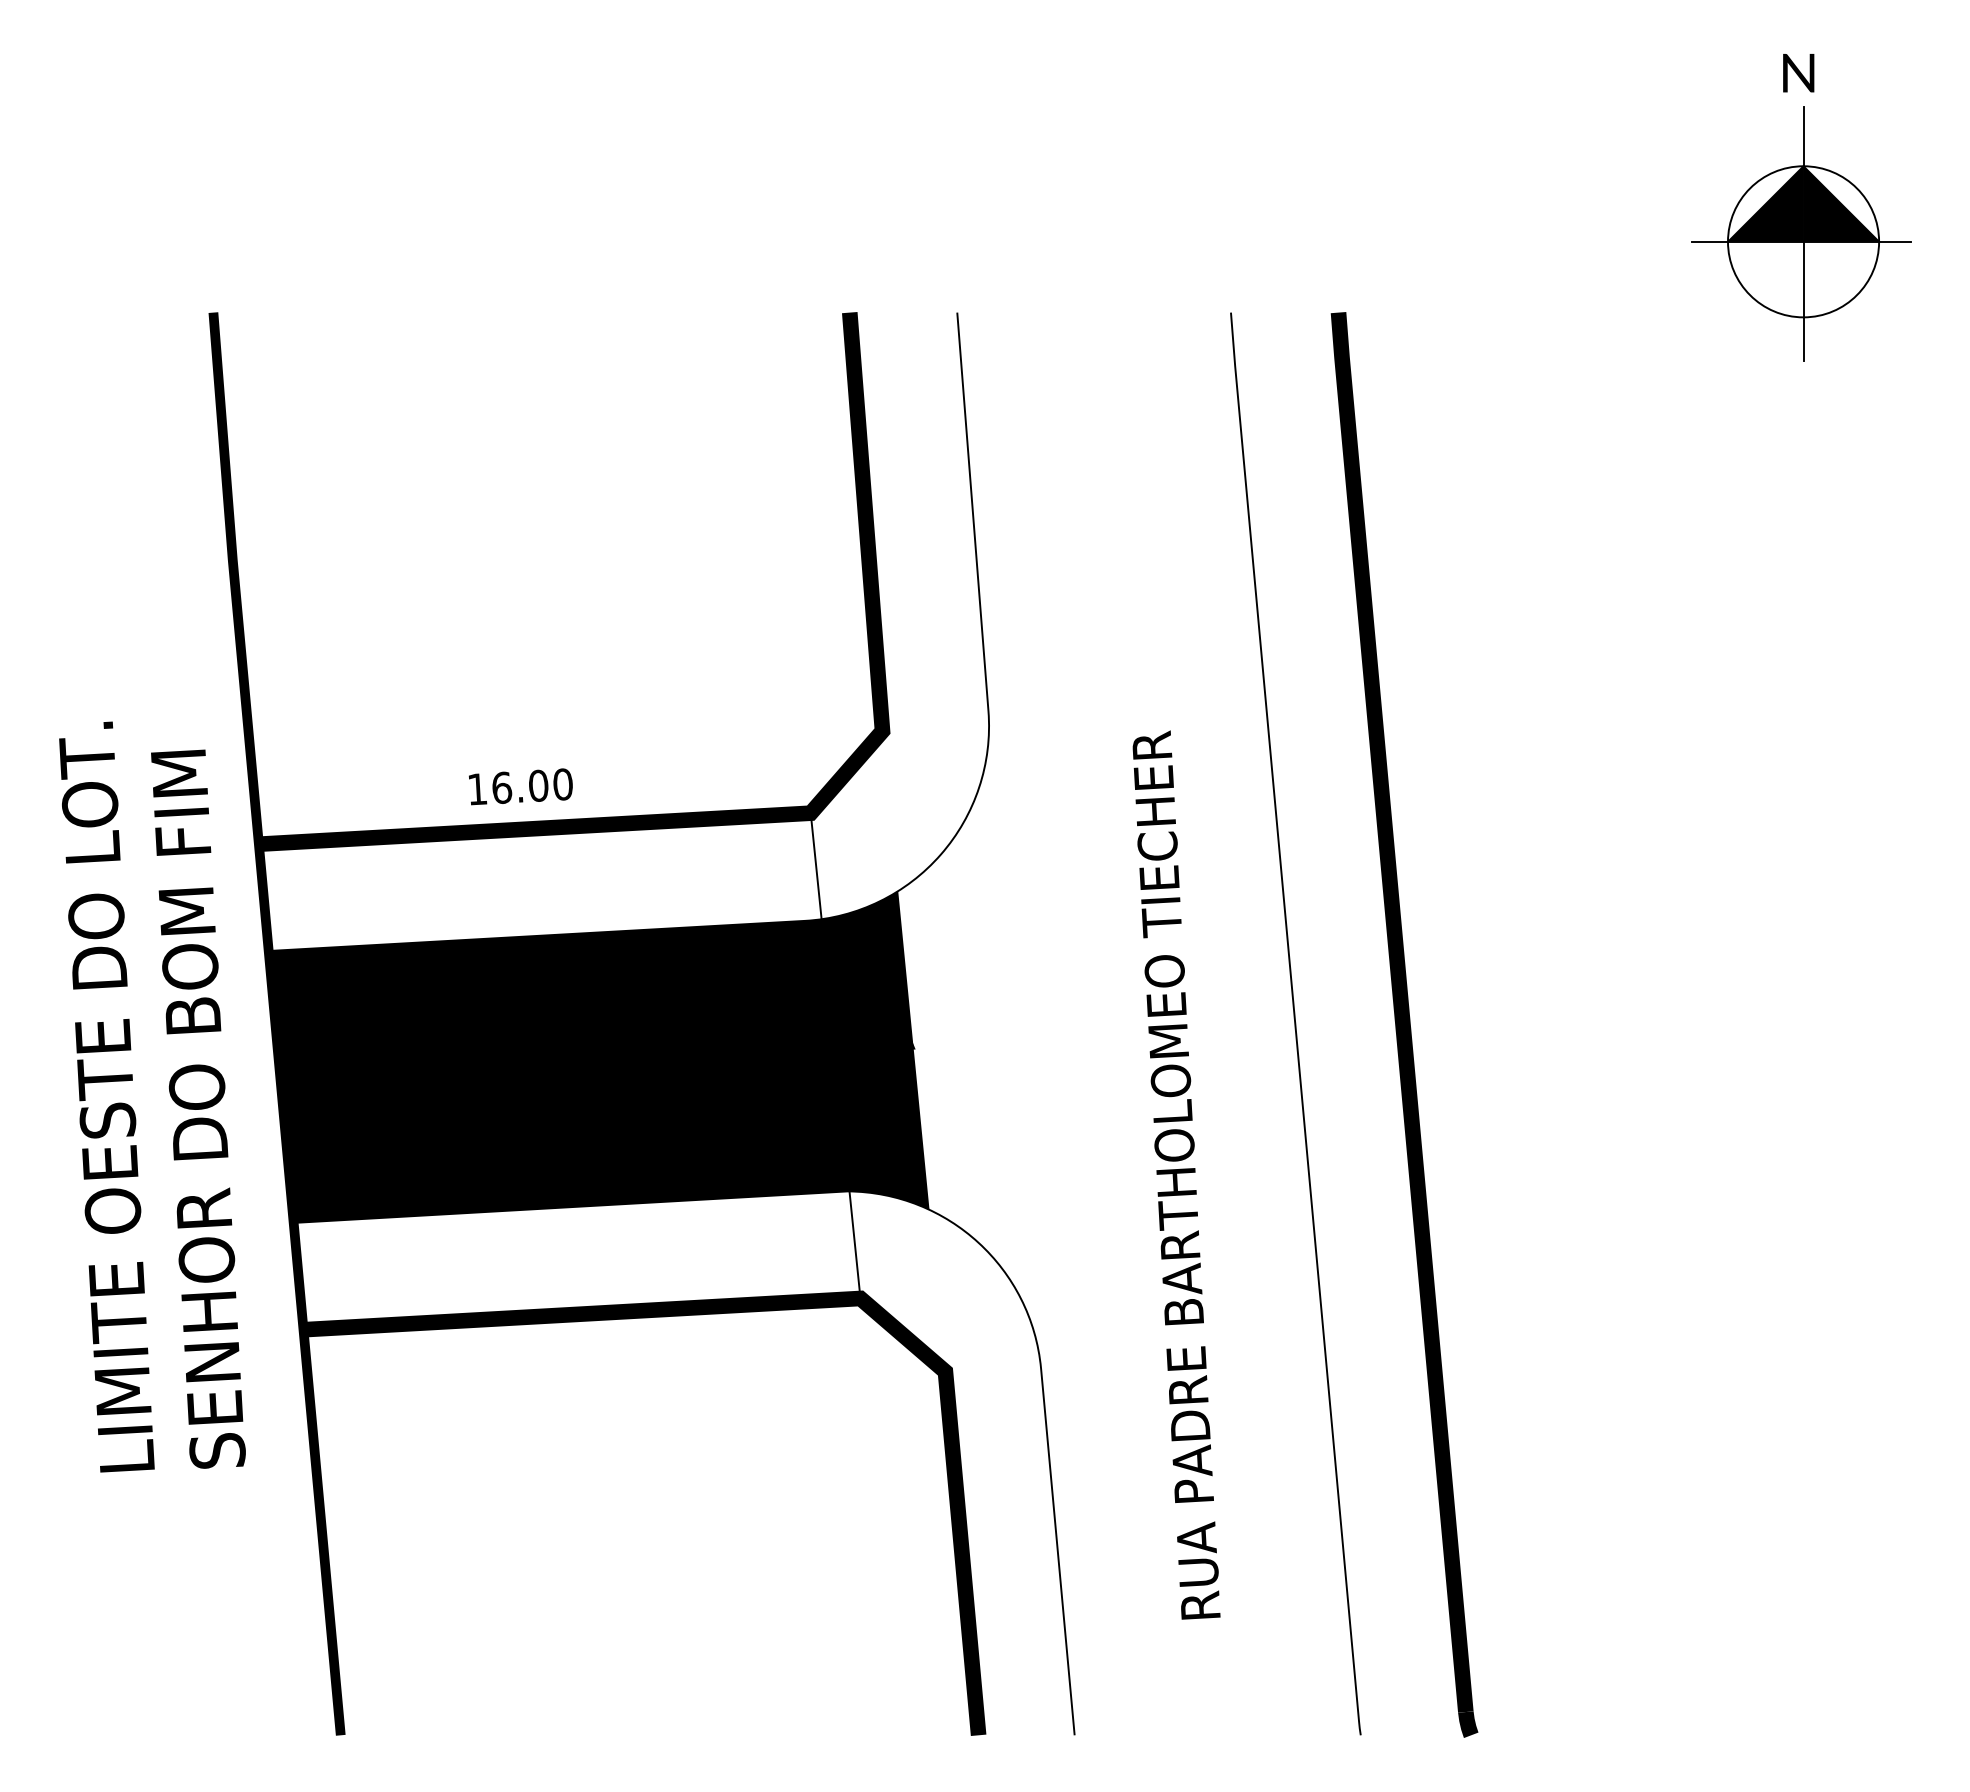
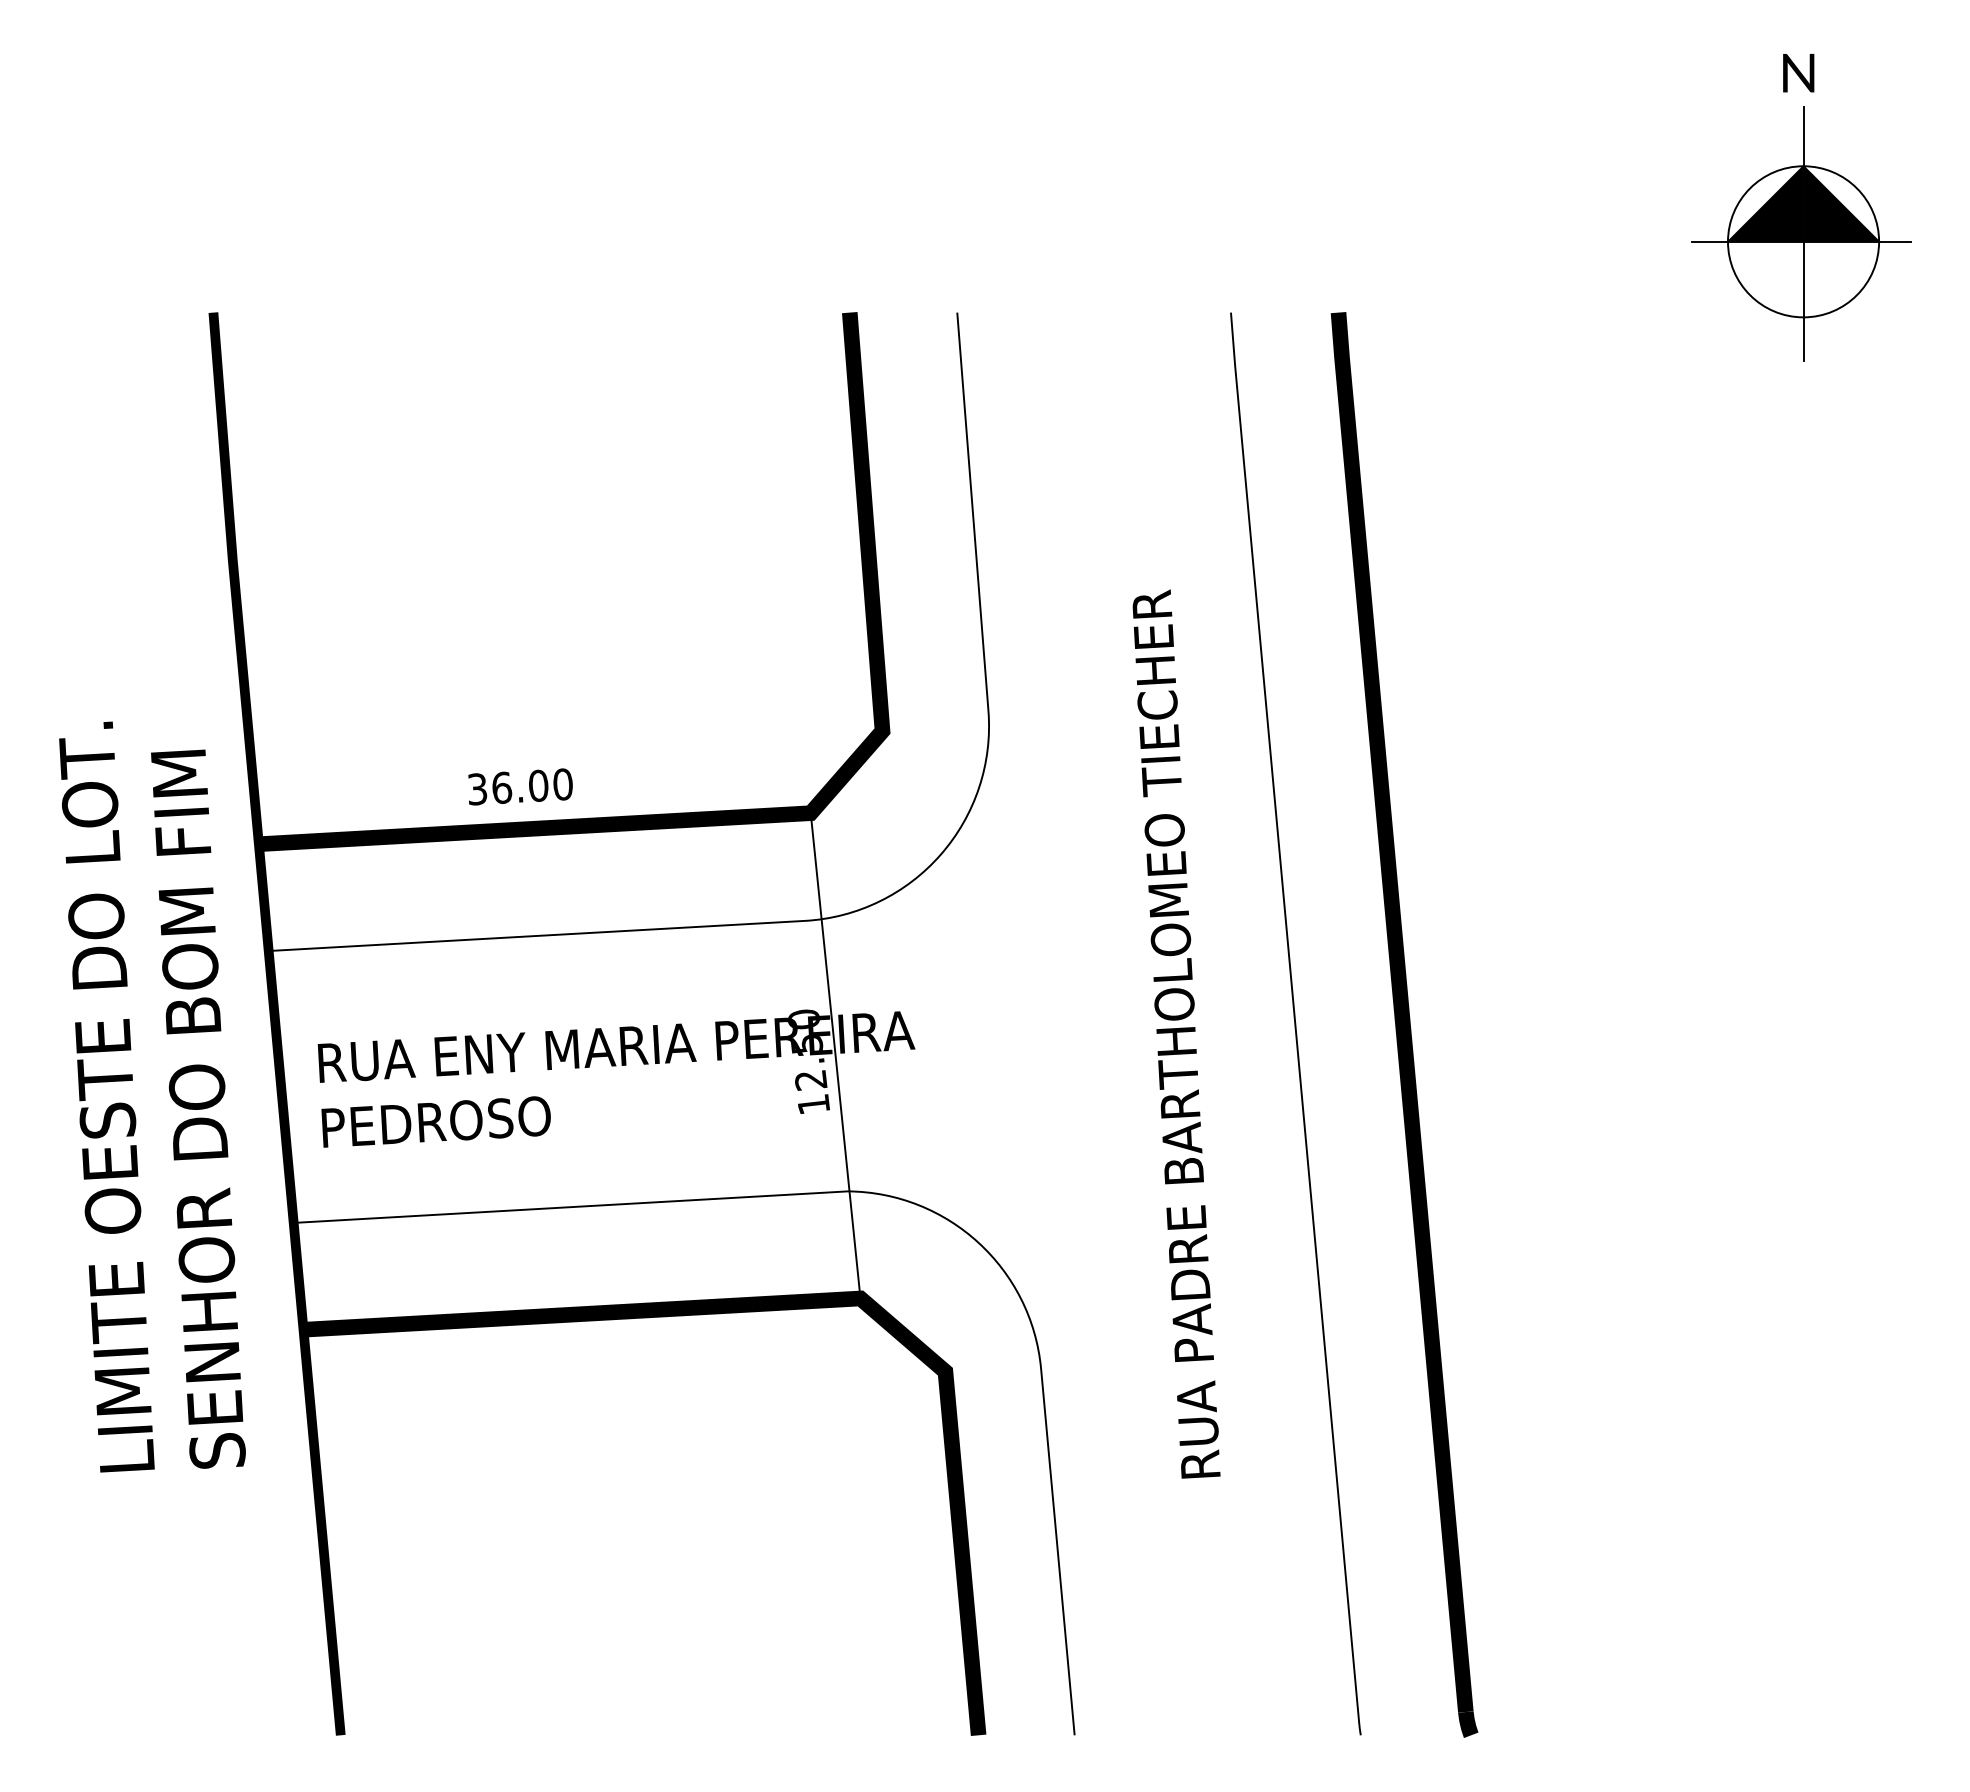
text at (477, 789): 16.00 -> 36.00
fill at (598, 1056): present -> none
text at (1176, 1174) position: (1176, 1174) -> (1176, 1033)
